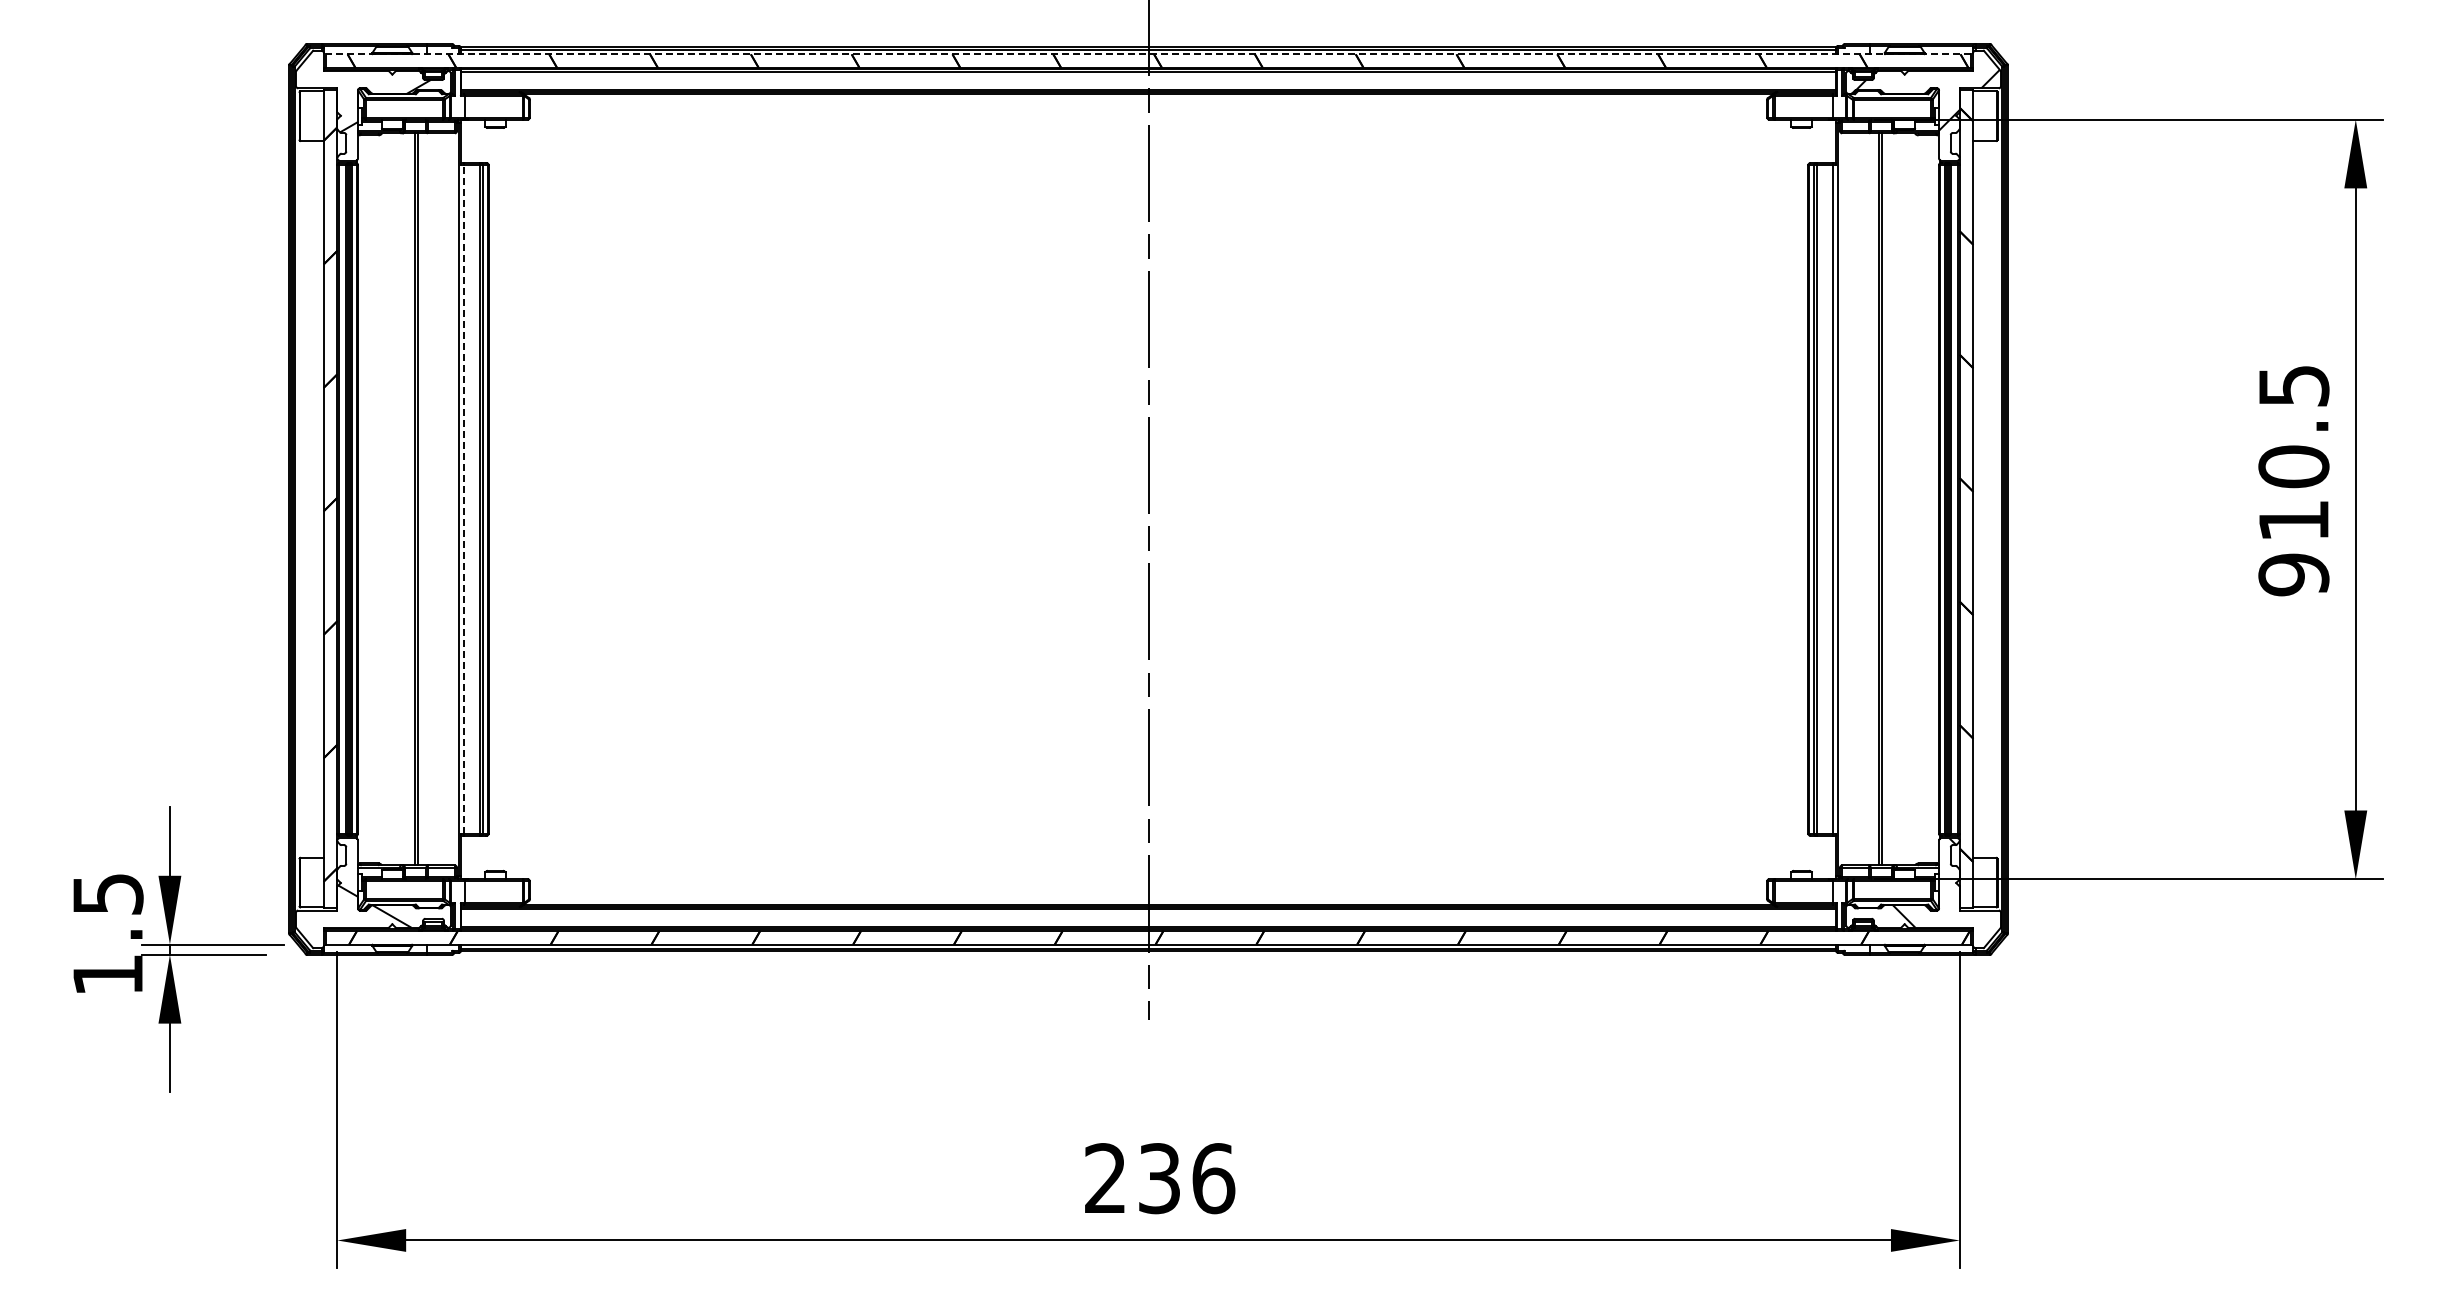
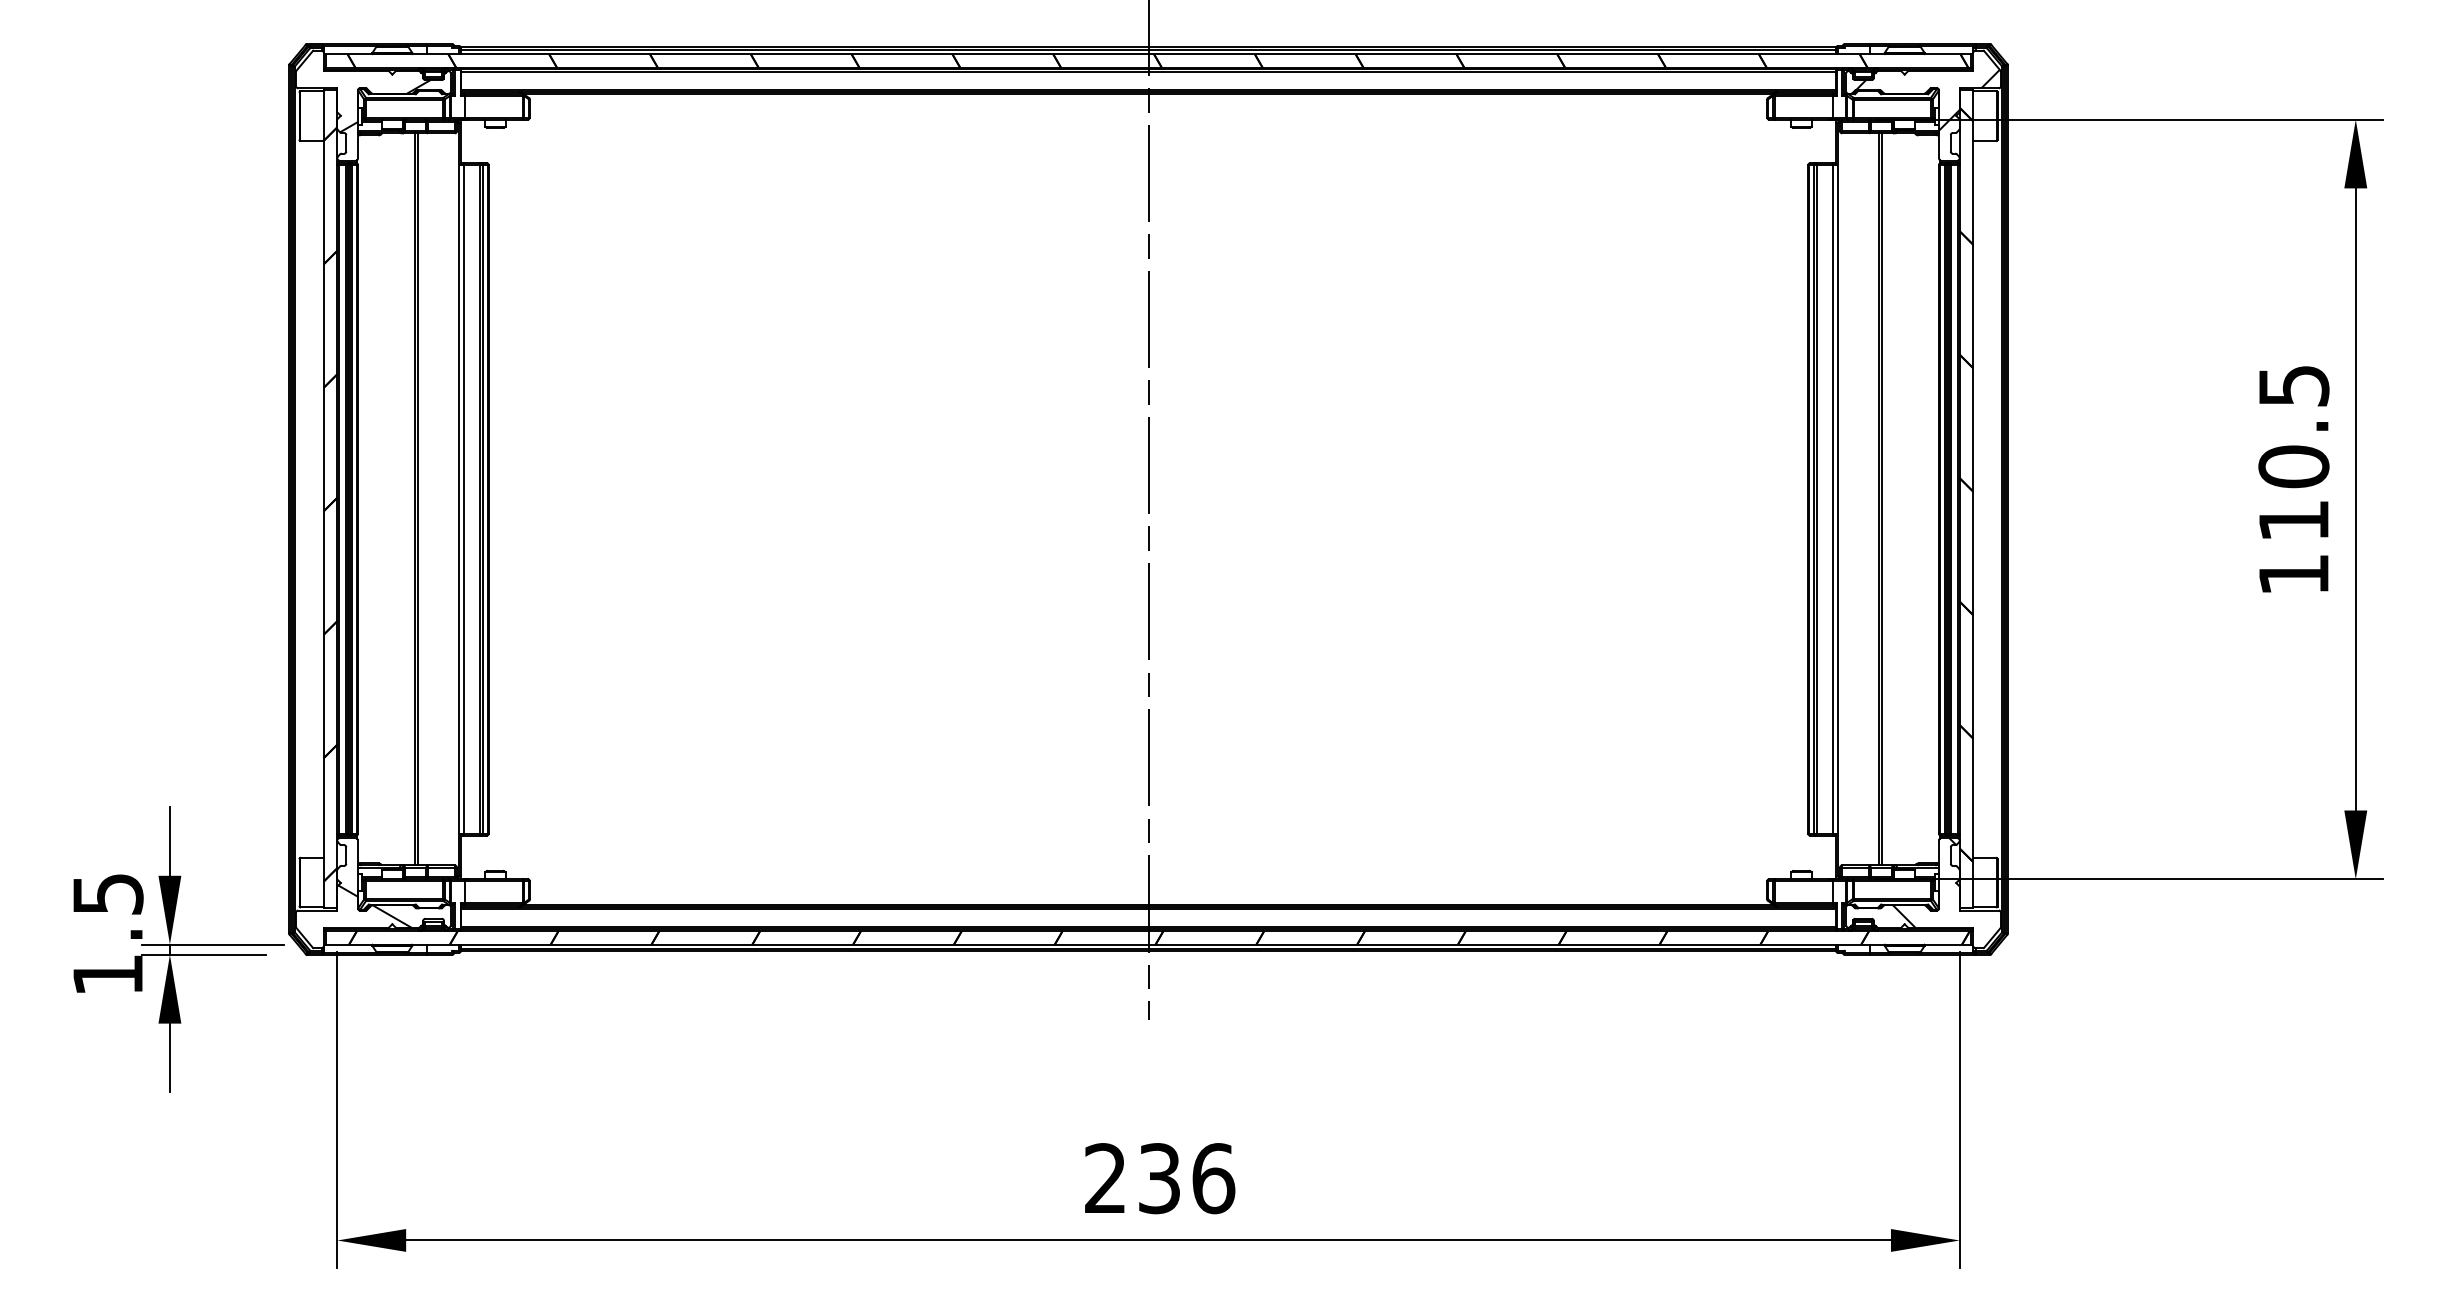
line at (1148, 54): dashed -> solid
line at (463, 498): dashed -> solid
text at (2293, 574): 910.5 -> 110.5
